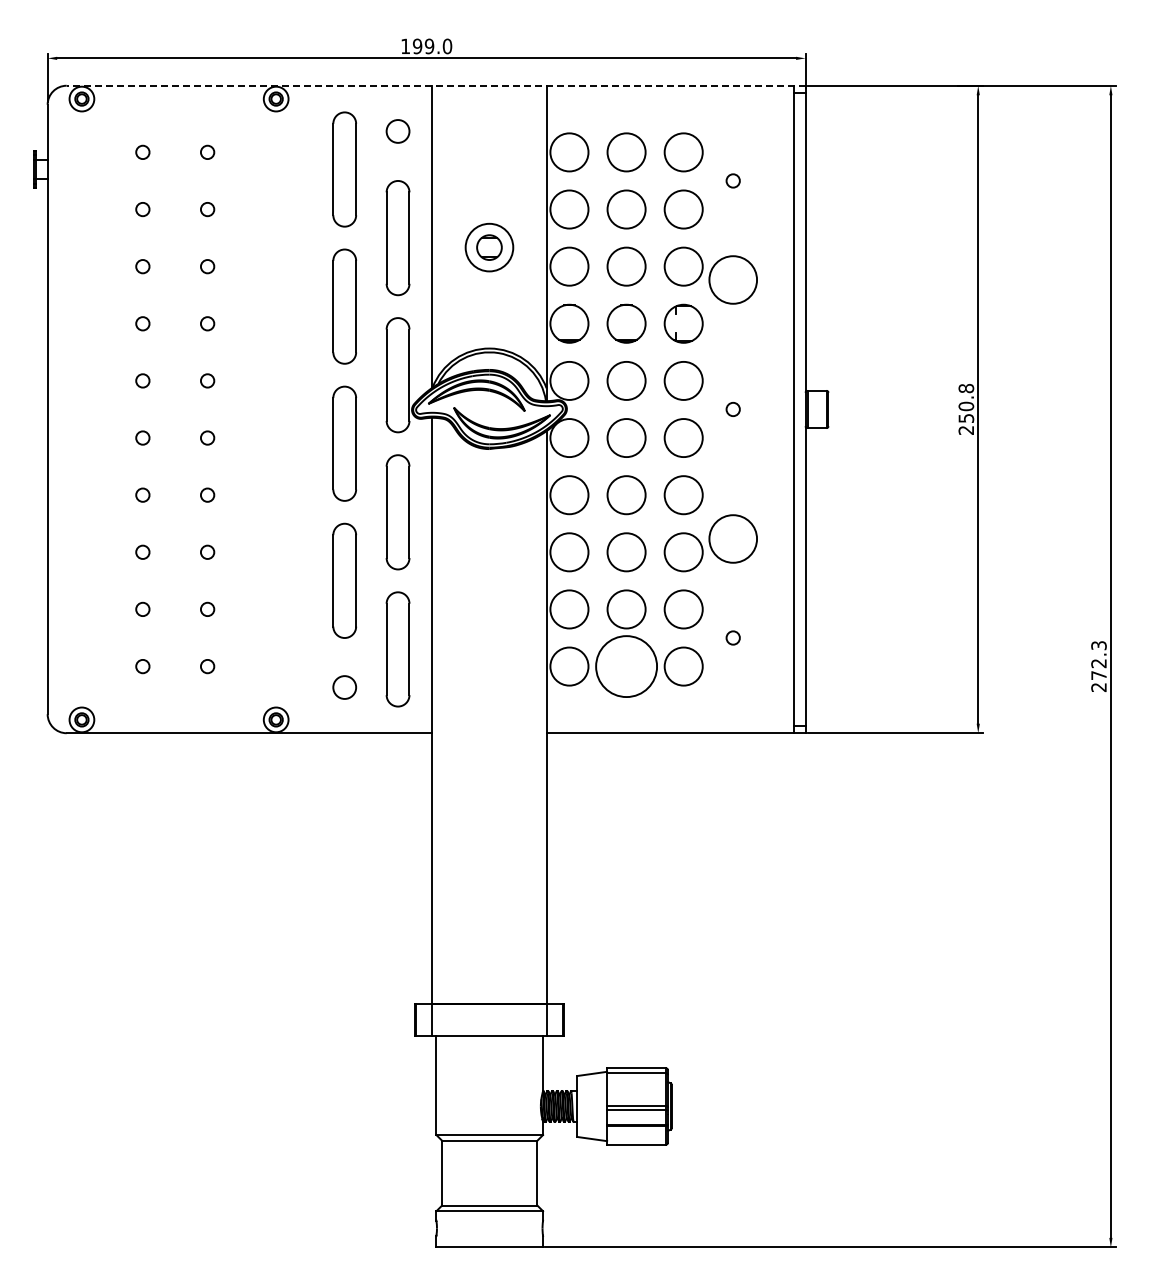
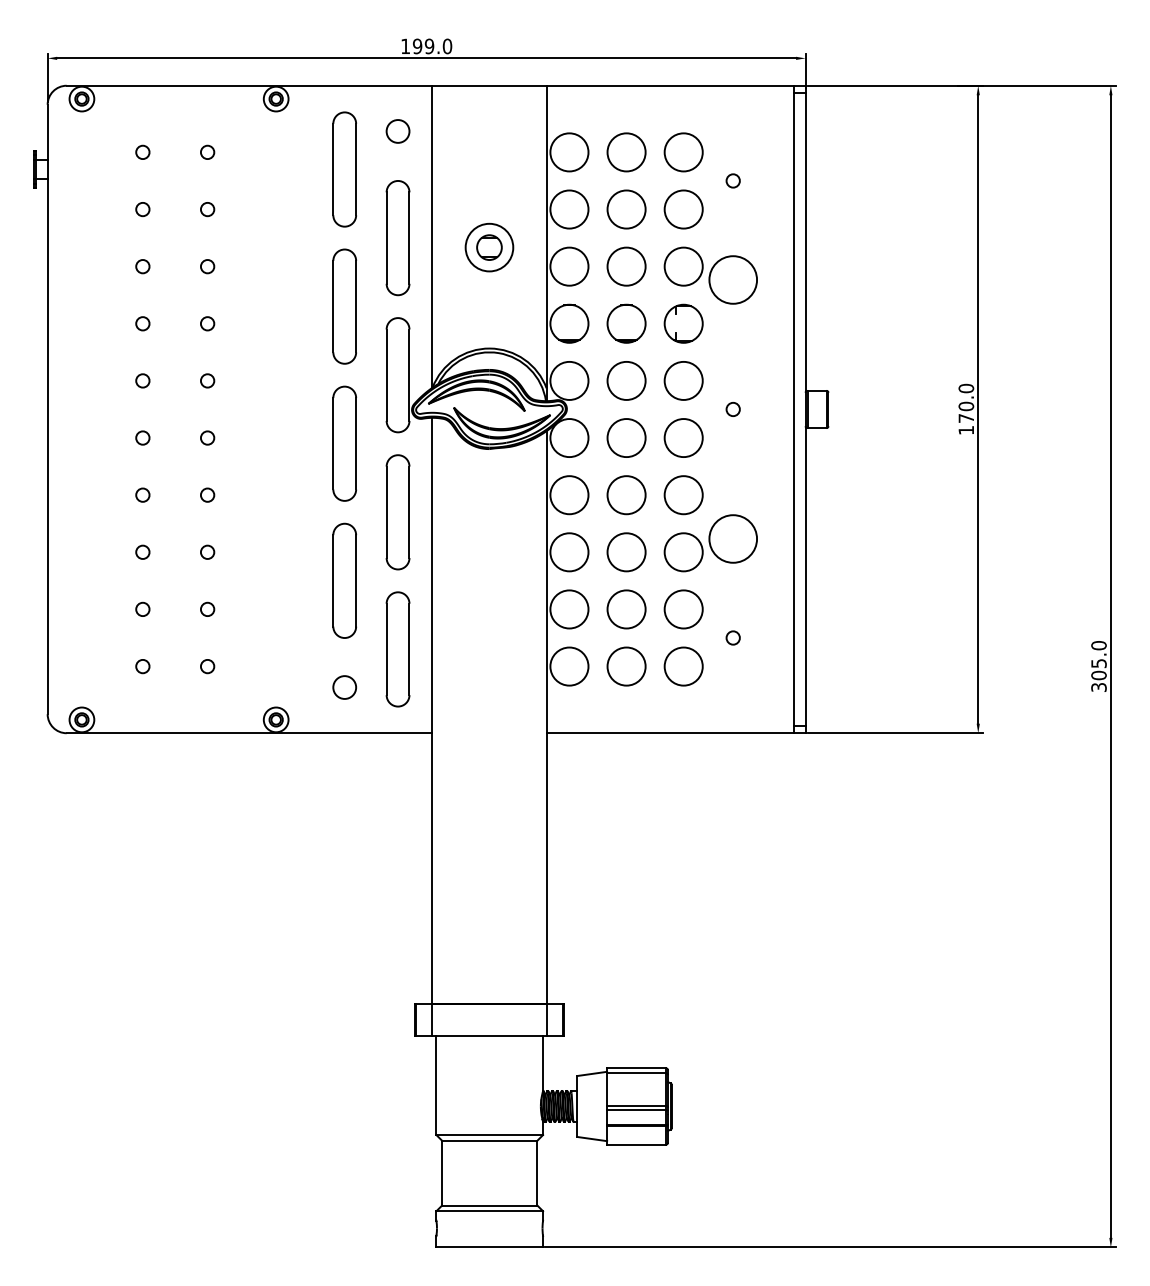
line at (435, 85): dashed -> solid
text at (966, 408): 250.8 -> 170.0
circle at (626, 666) diameter: 61 px -> 38 px
text at (1098, 666): 272.3 -> 305.0
